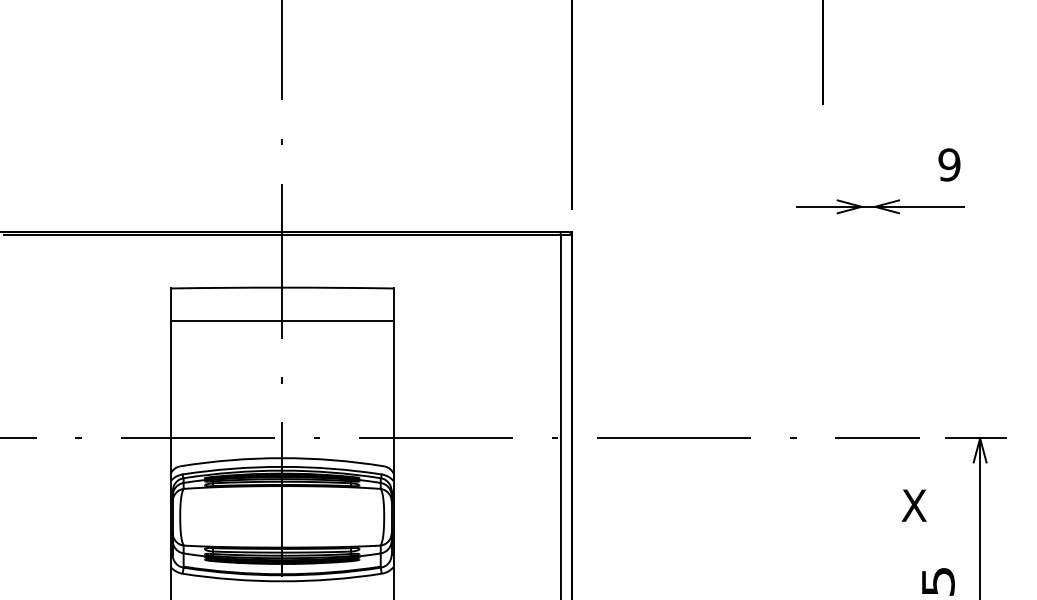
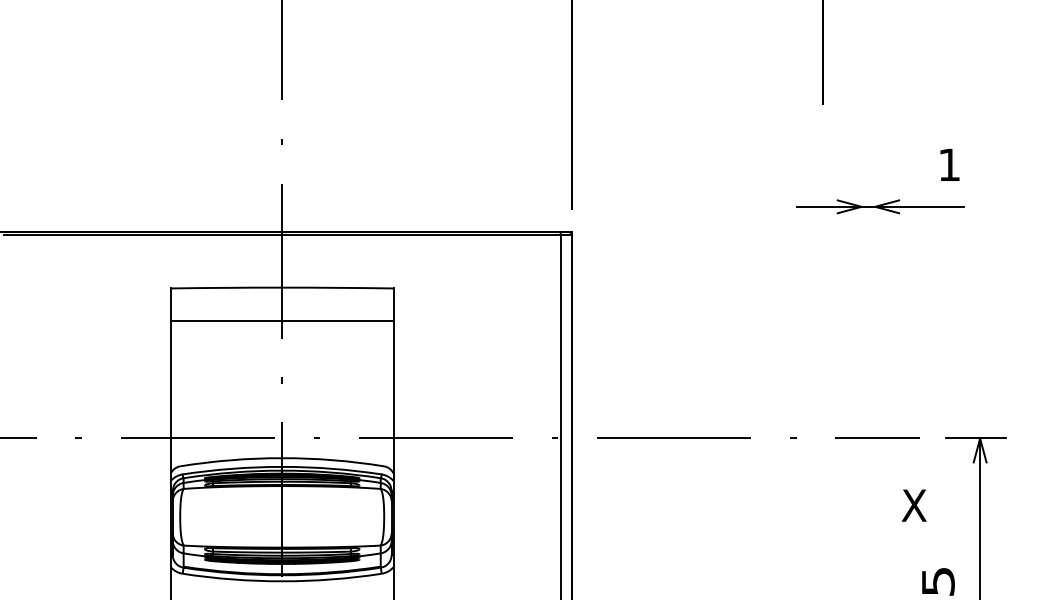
text at (949, 164): 9 -> 1
